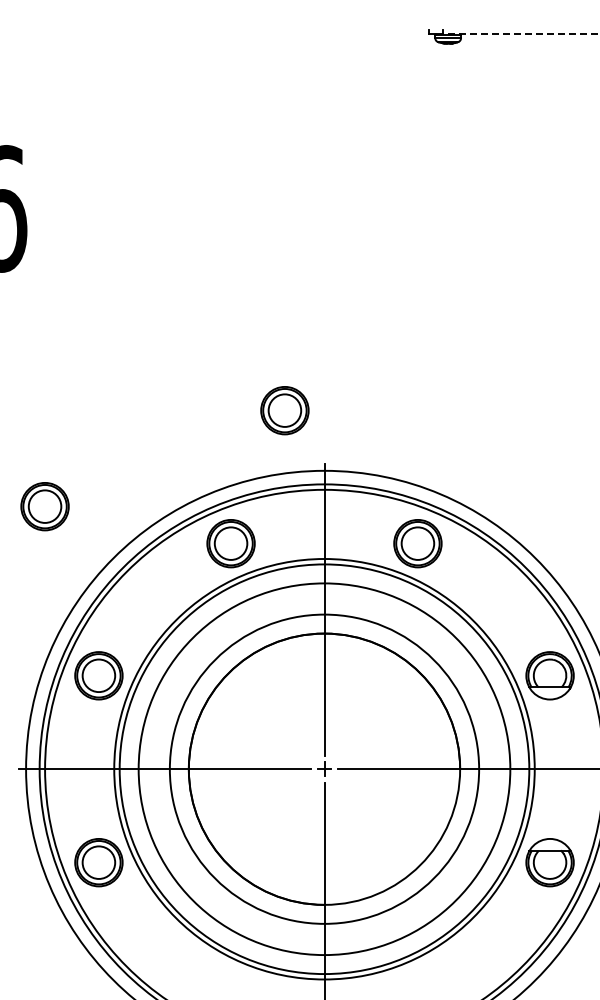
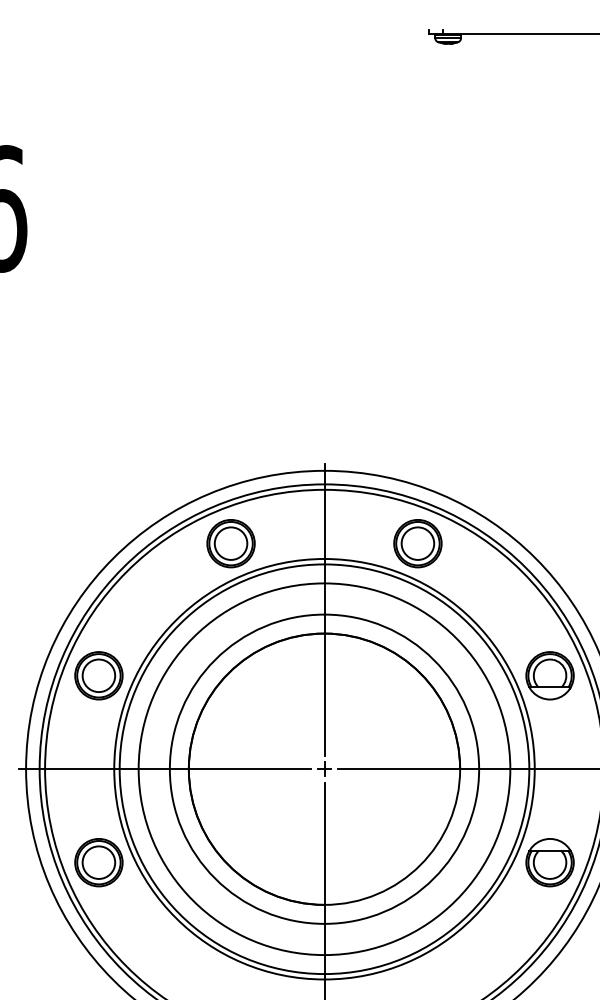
line at (520, 34): dashed -> solid
part at (284, 410): present -> none
part at (44, 506): present -> none
